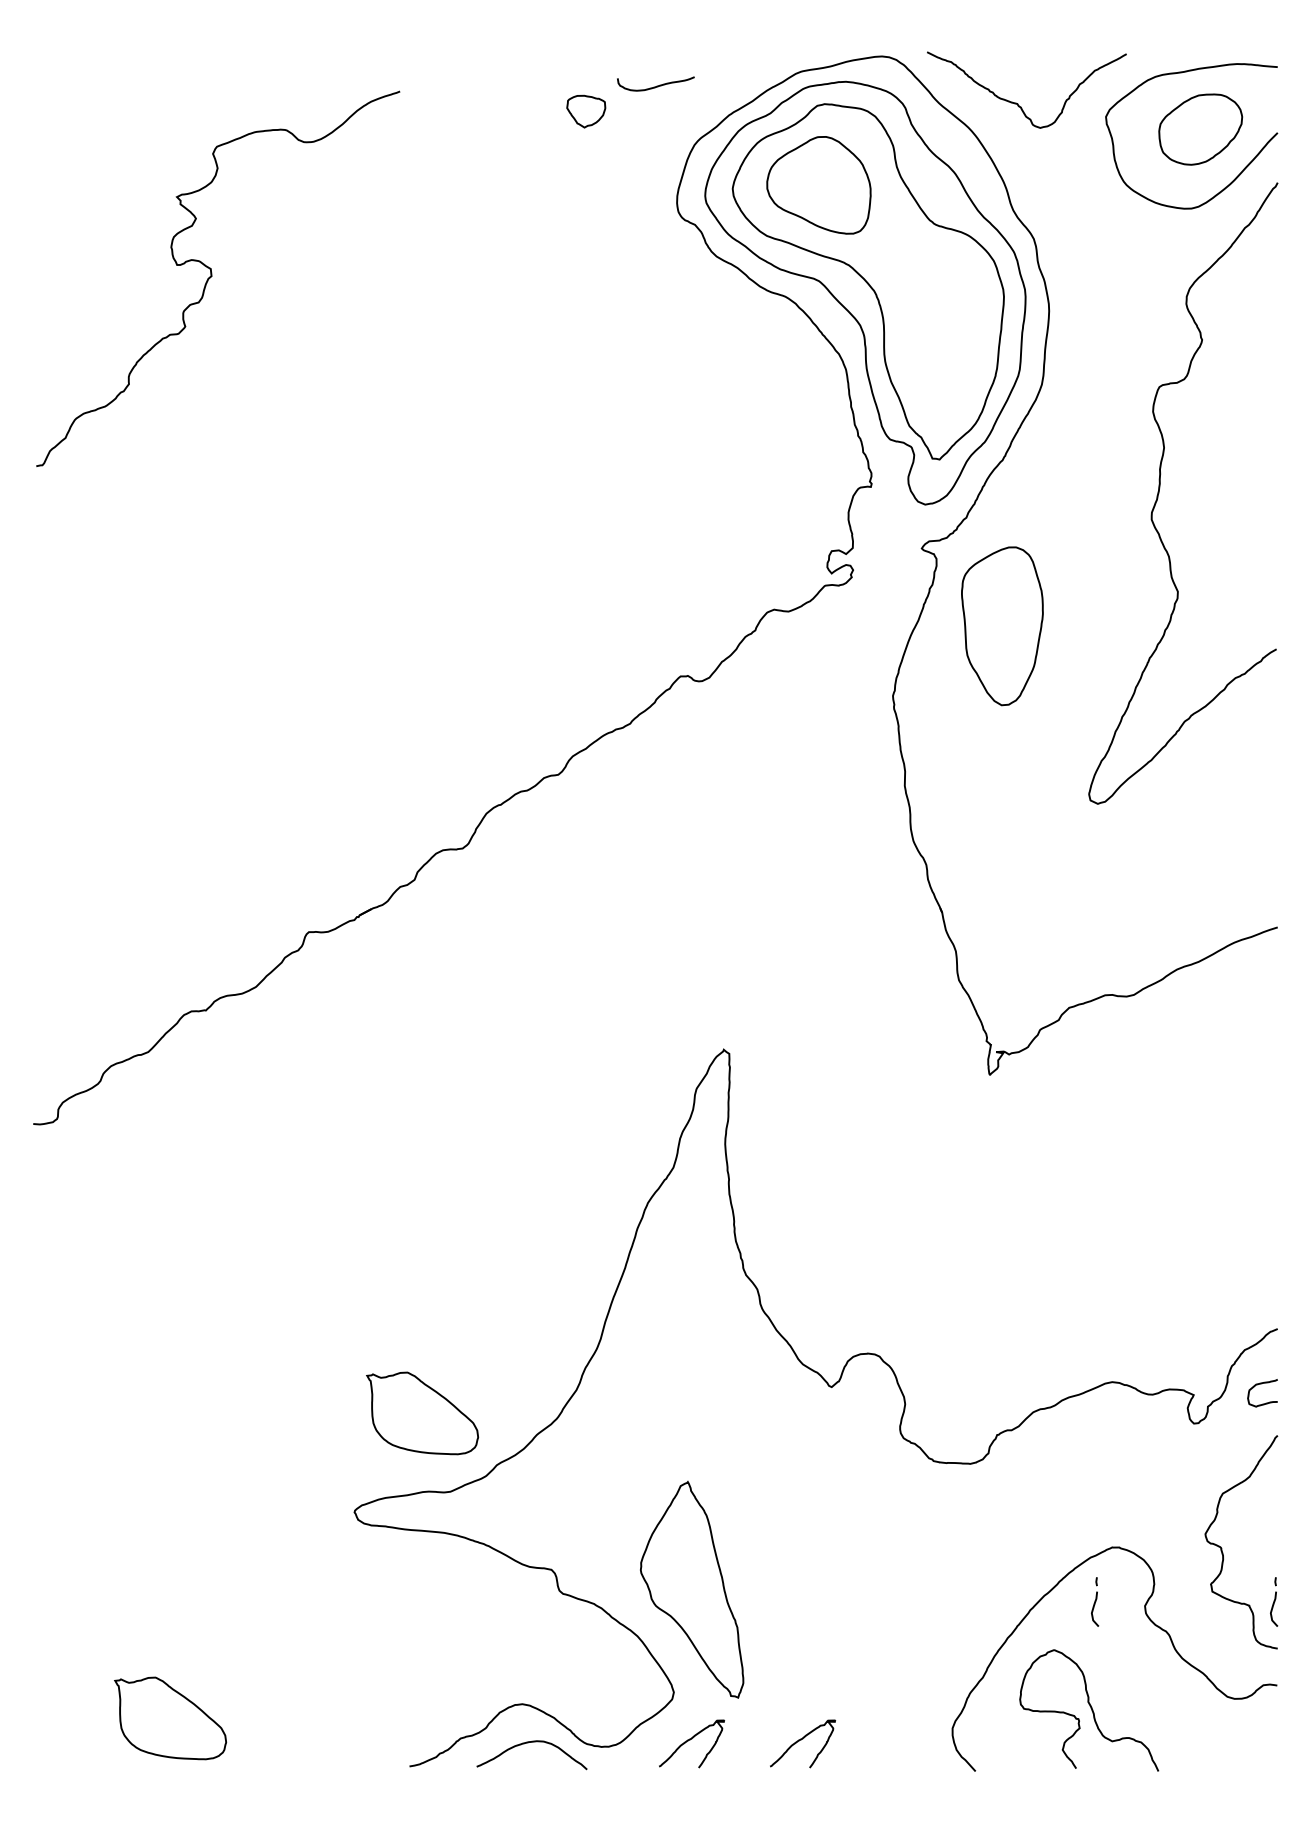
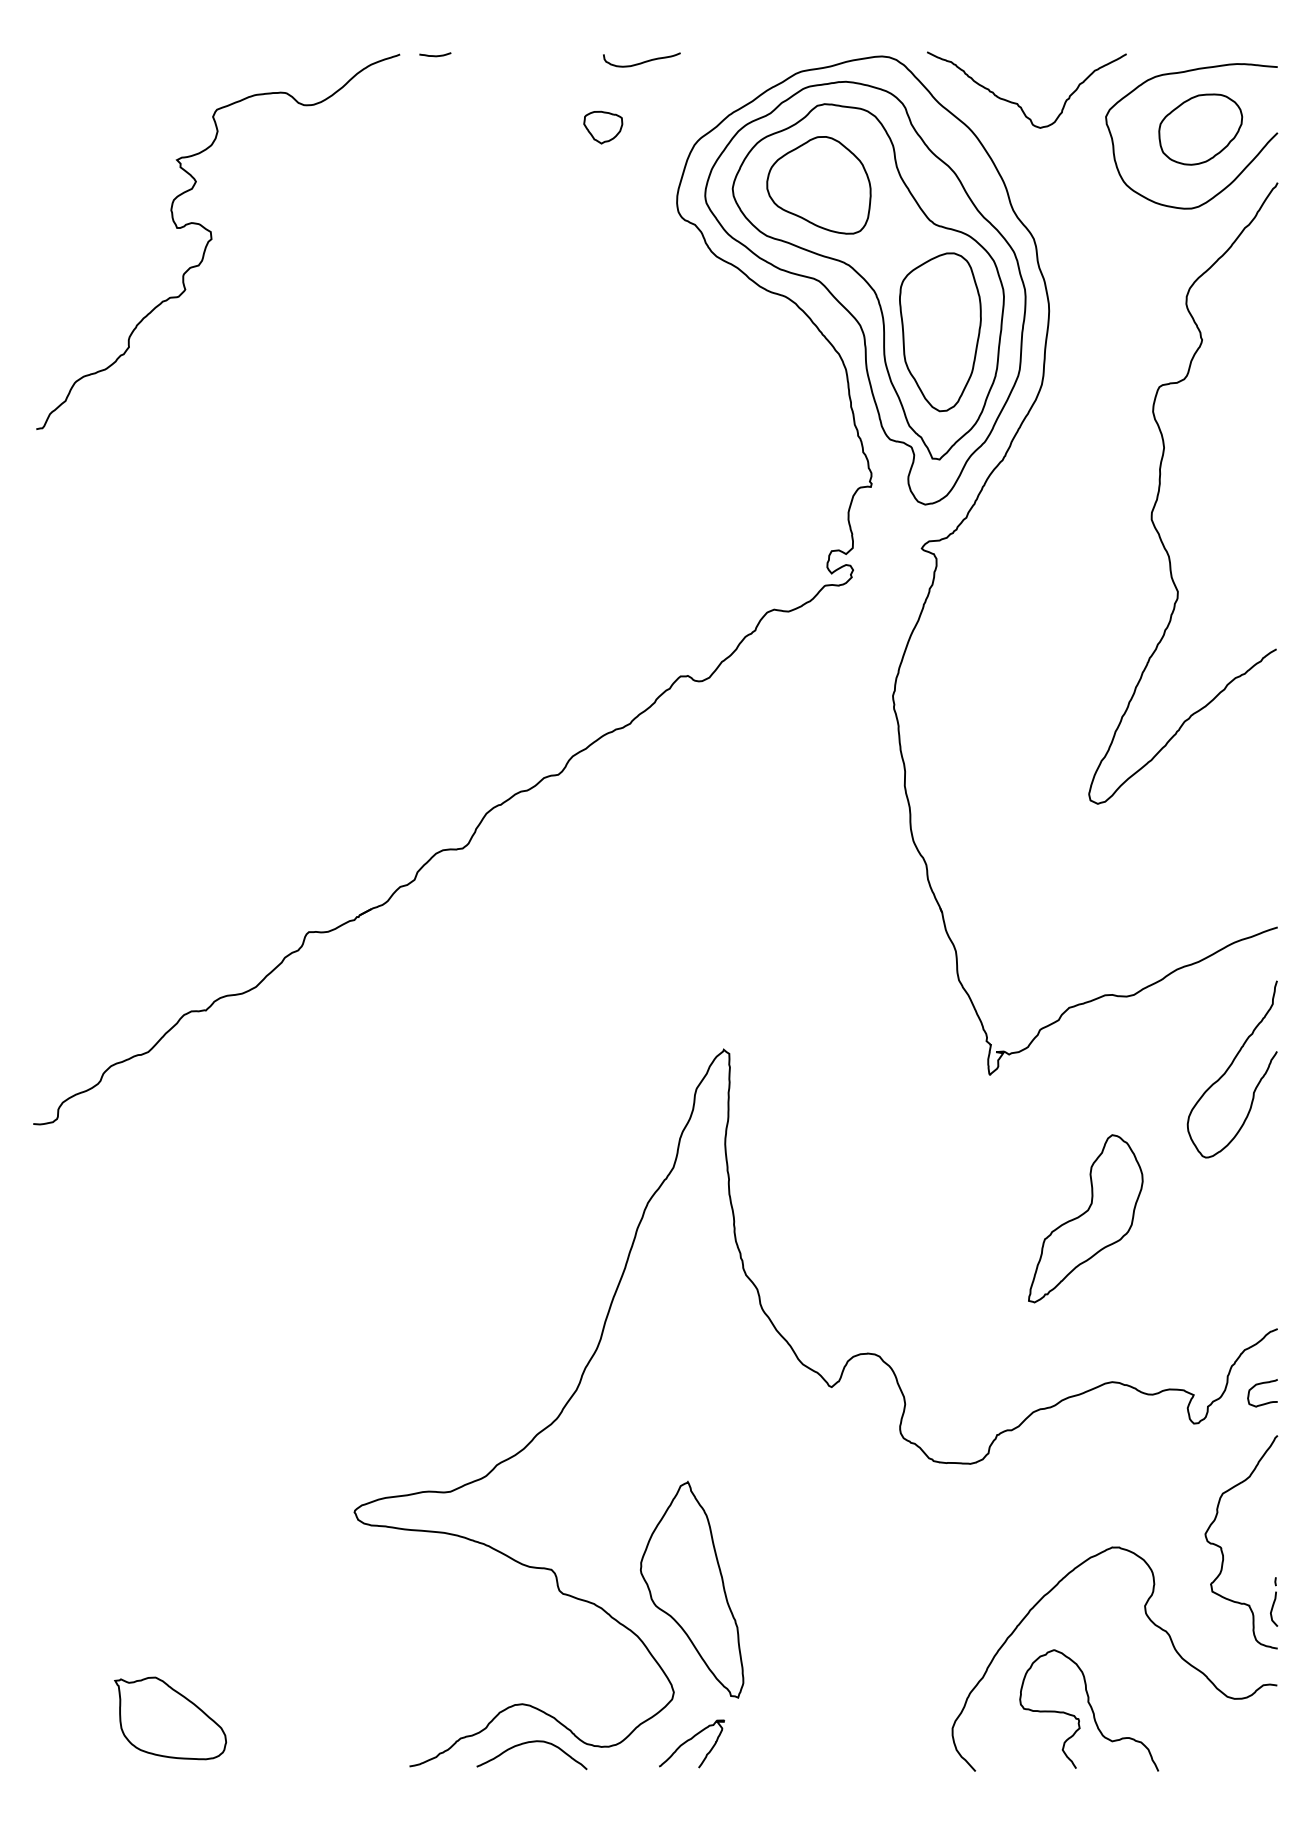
curve at (435, 55): none -> present
curve at (656, 85) position: (656, 85) -> (642, 61)
part at (586, 111) position: (586, 111) -> (603, 127)
curve at (212, 276) position: (212, 276) -> (212, 239)
part at (1002, 626) position: (1002, 626) -> (940, 332)
curve at (1230, 1067): none -> present
part at (1085, 1218): none -> present
part at (422, 1413): present -> none
part at (1095, 1601): present -> none
curve at (801, 1740): present -> none
